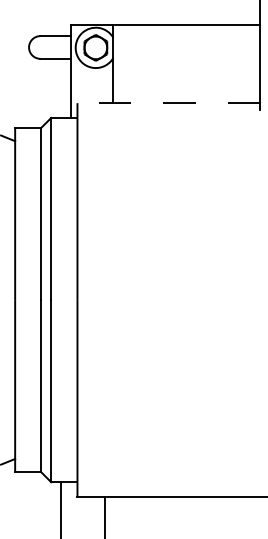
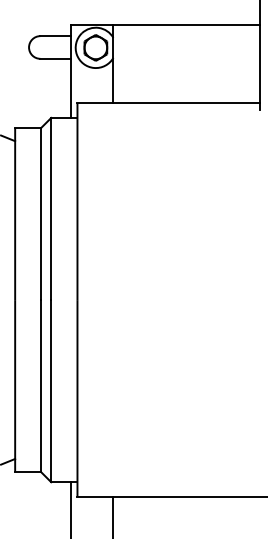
line at (168, 103): dashed -> solid
line at (60, 508) position: (60, 508) -> (70, 508)
line at (105, 516) position: (105, 516) -> (113, 516)
